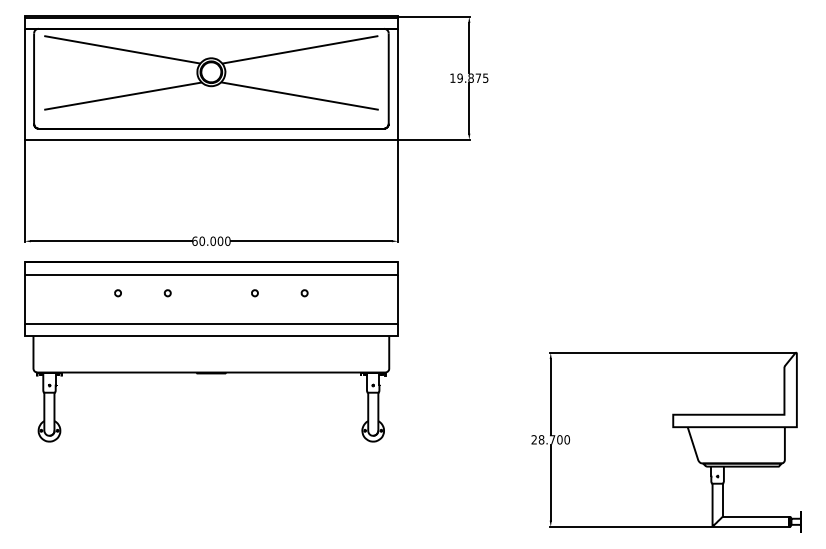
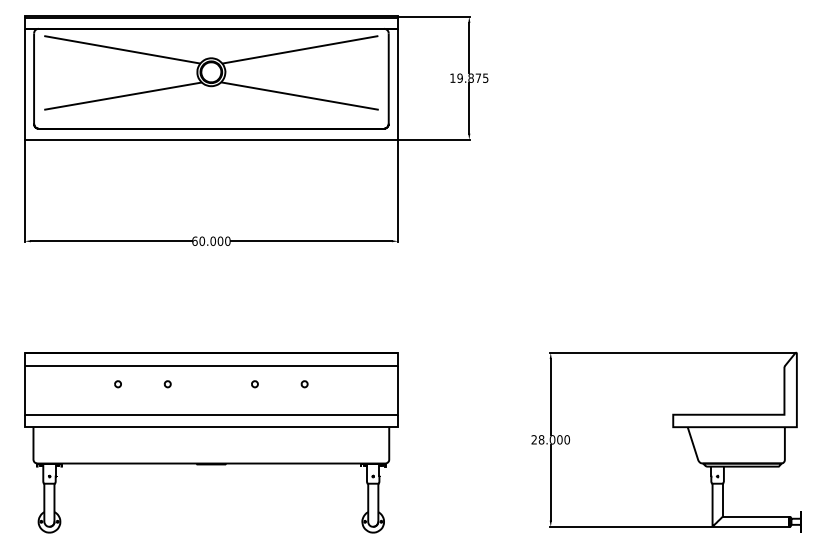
part at (211, 351) position: (211, 351) -> (211, 442)
text at (552, 439): 28.700 -> 28.000
